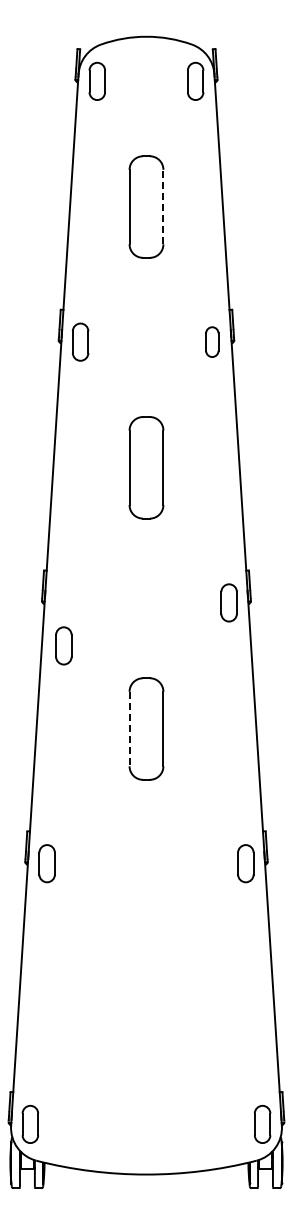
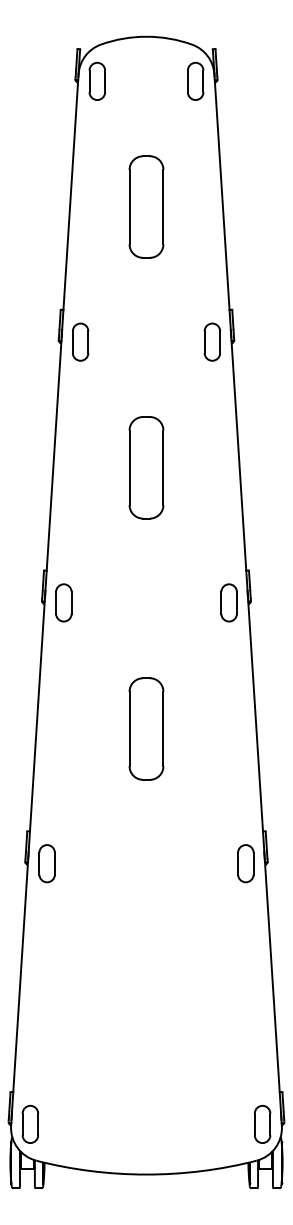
line at (163, 206): dashed -> solid
part at (212, 341) size: 15x32 px -> 18x40 px
part at (63, 645) position: (63, 645) -> (63, 602)
line at (129, 729): dashed -> solid
